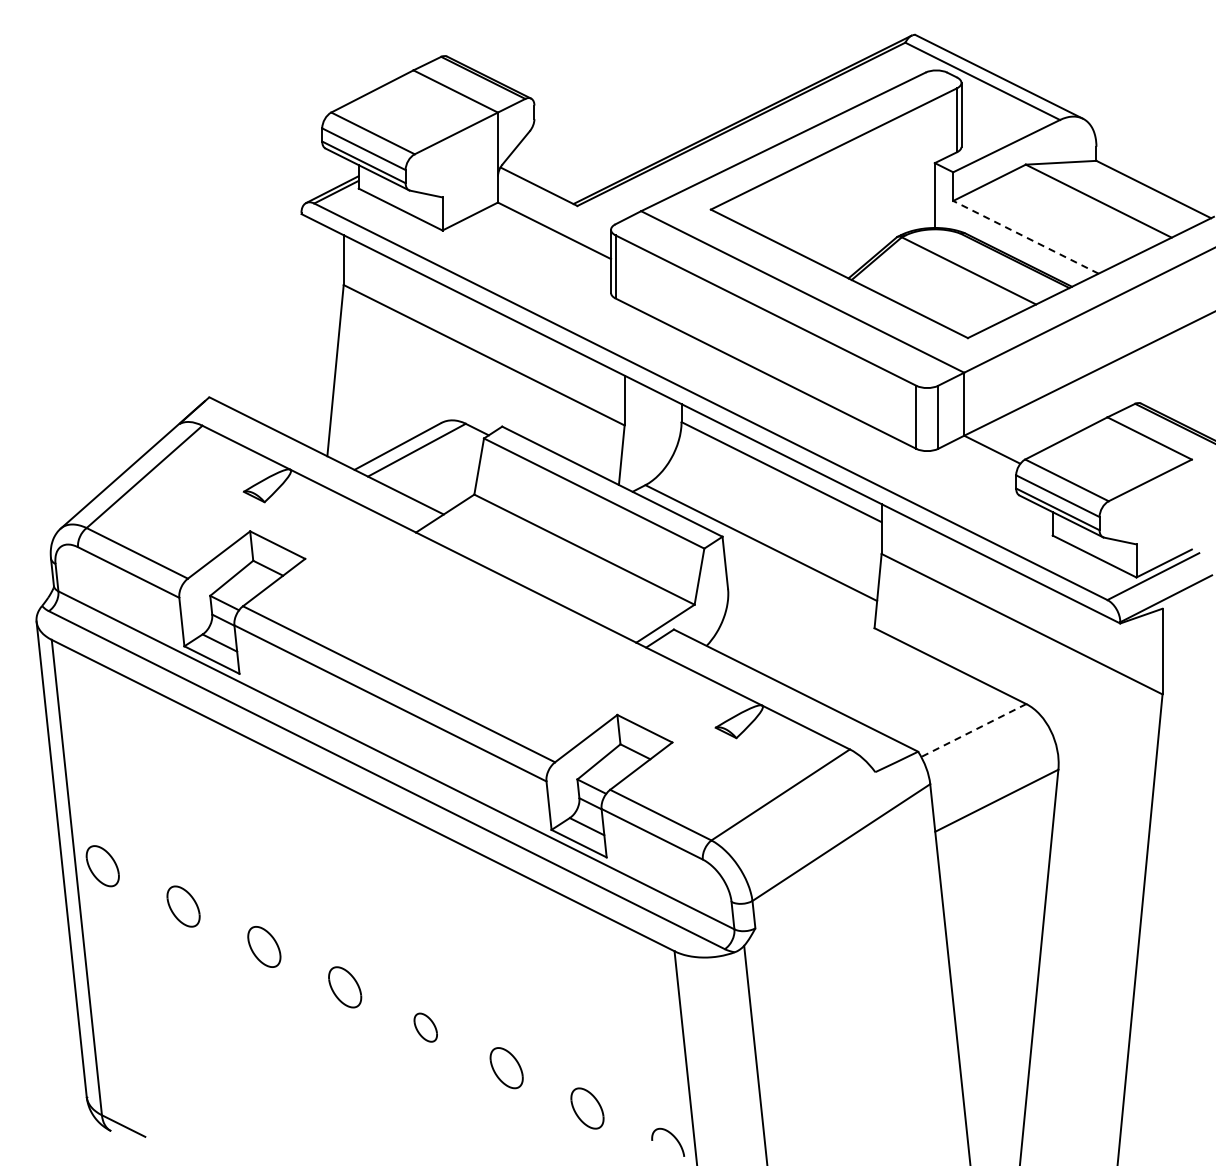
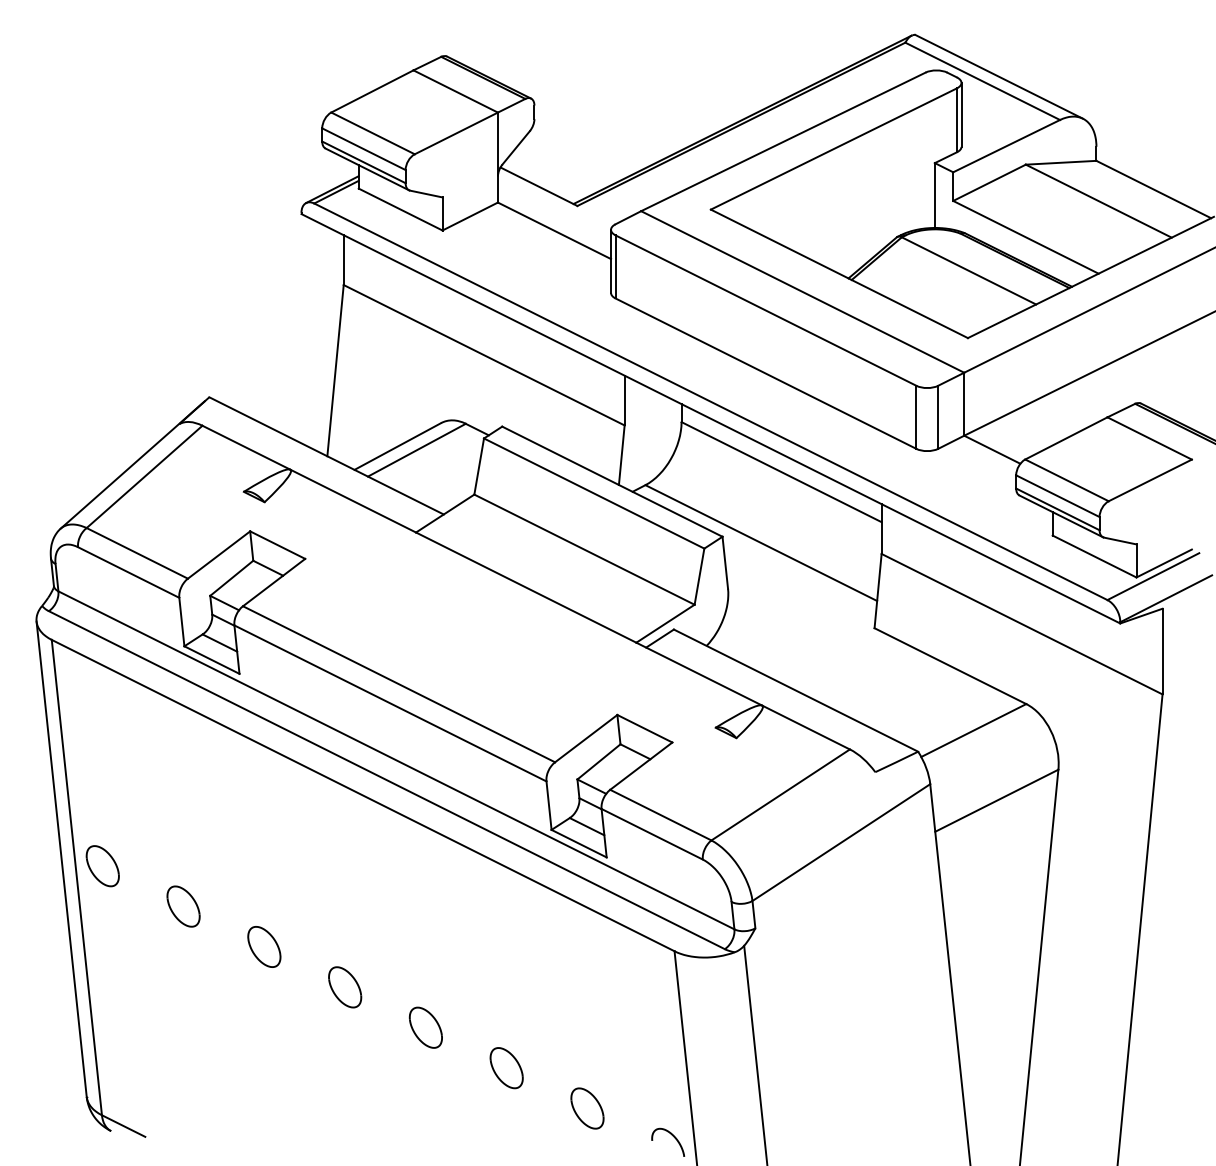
line at (1025, 237): dashed -> solid
line at (973, 730): dashed -> solid
part at (425, 1027) size: 25x31 px -> 35x43 px
